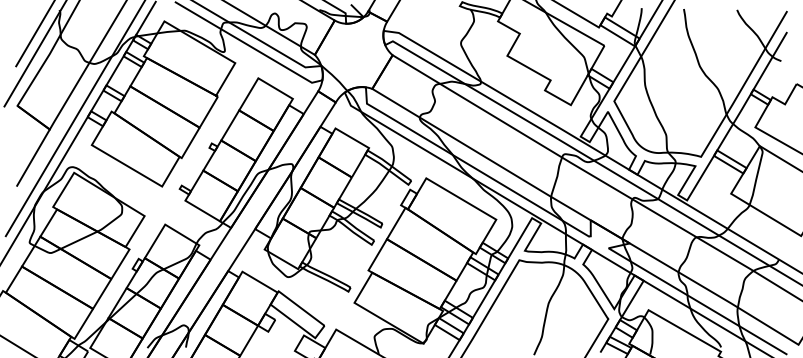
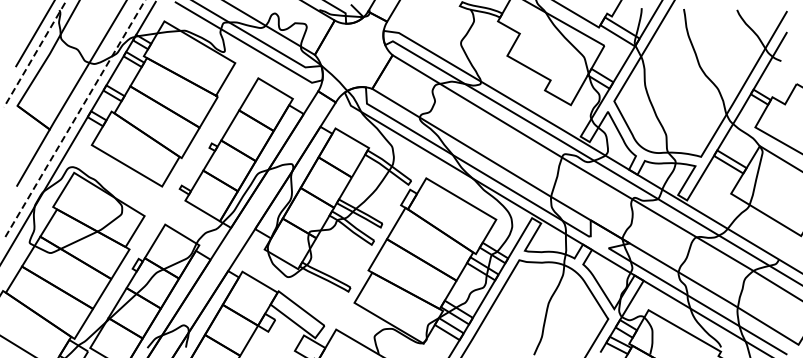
line at (35, 54): solid -> dashed
line at (75, 118): solid -> dashed
